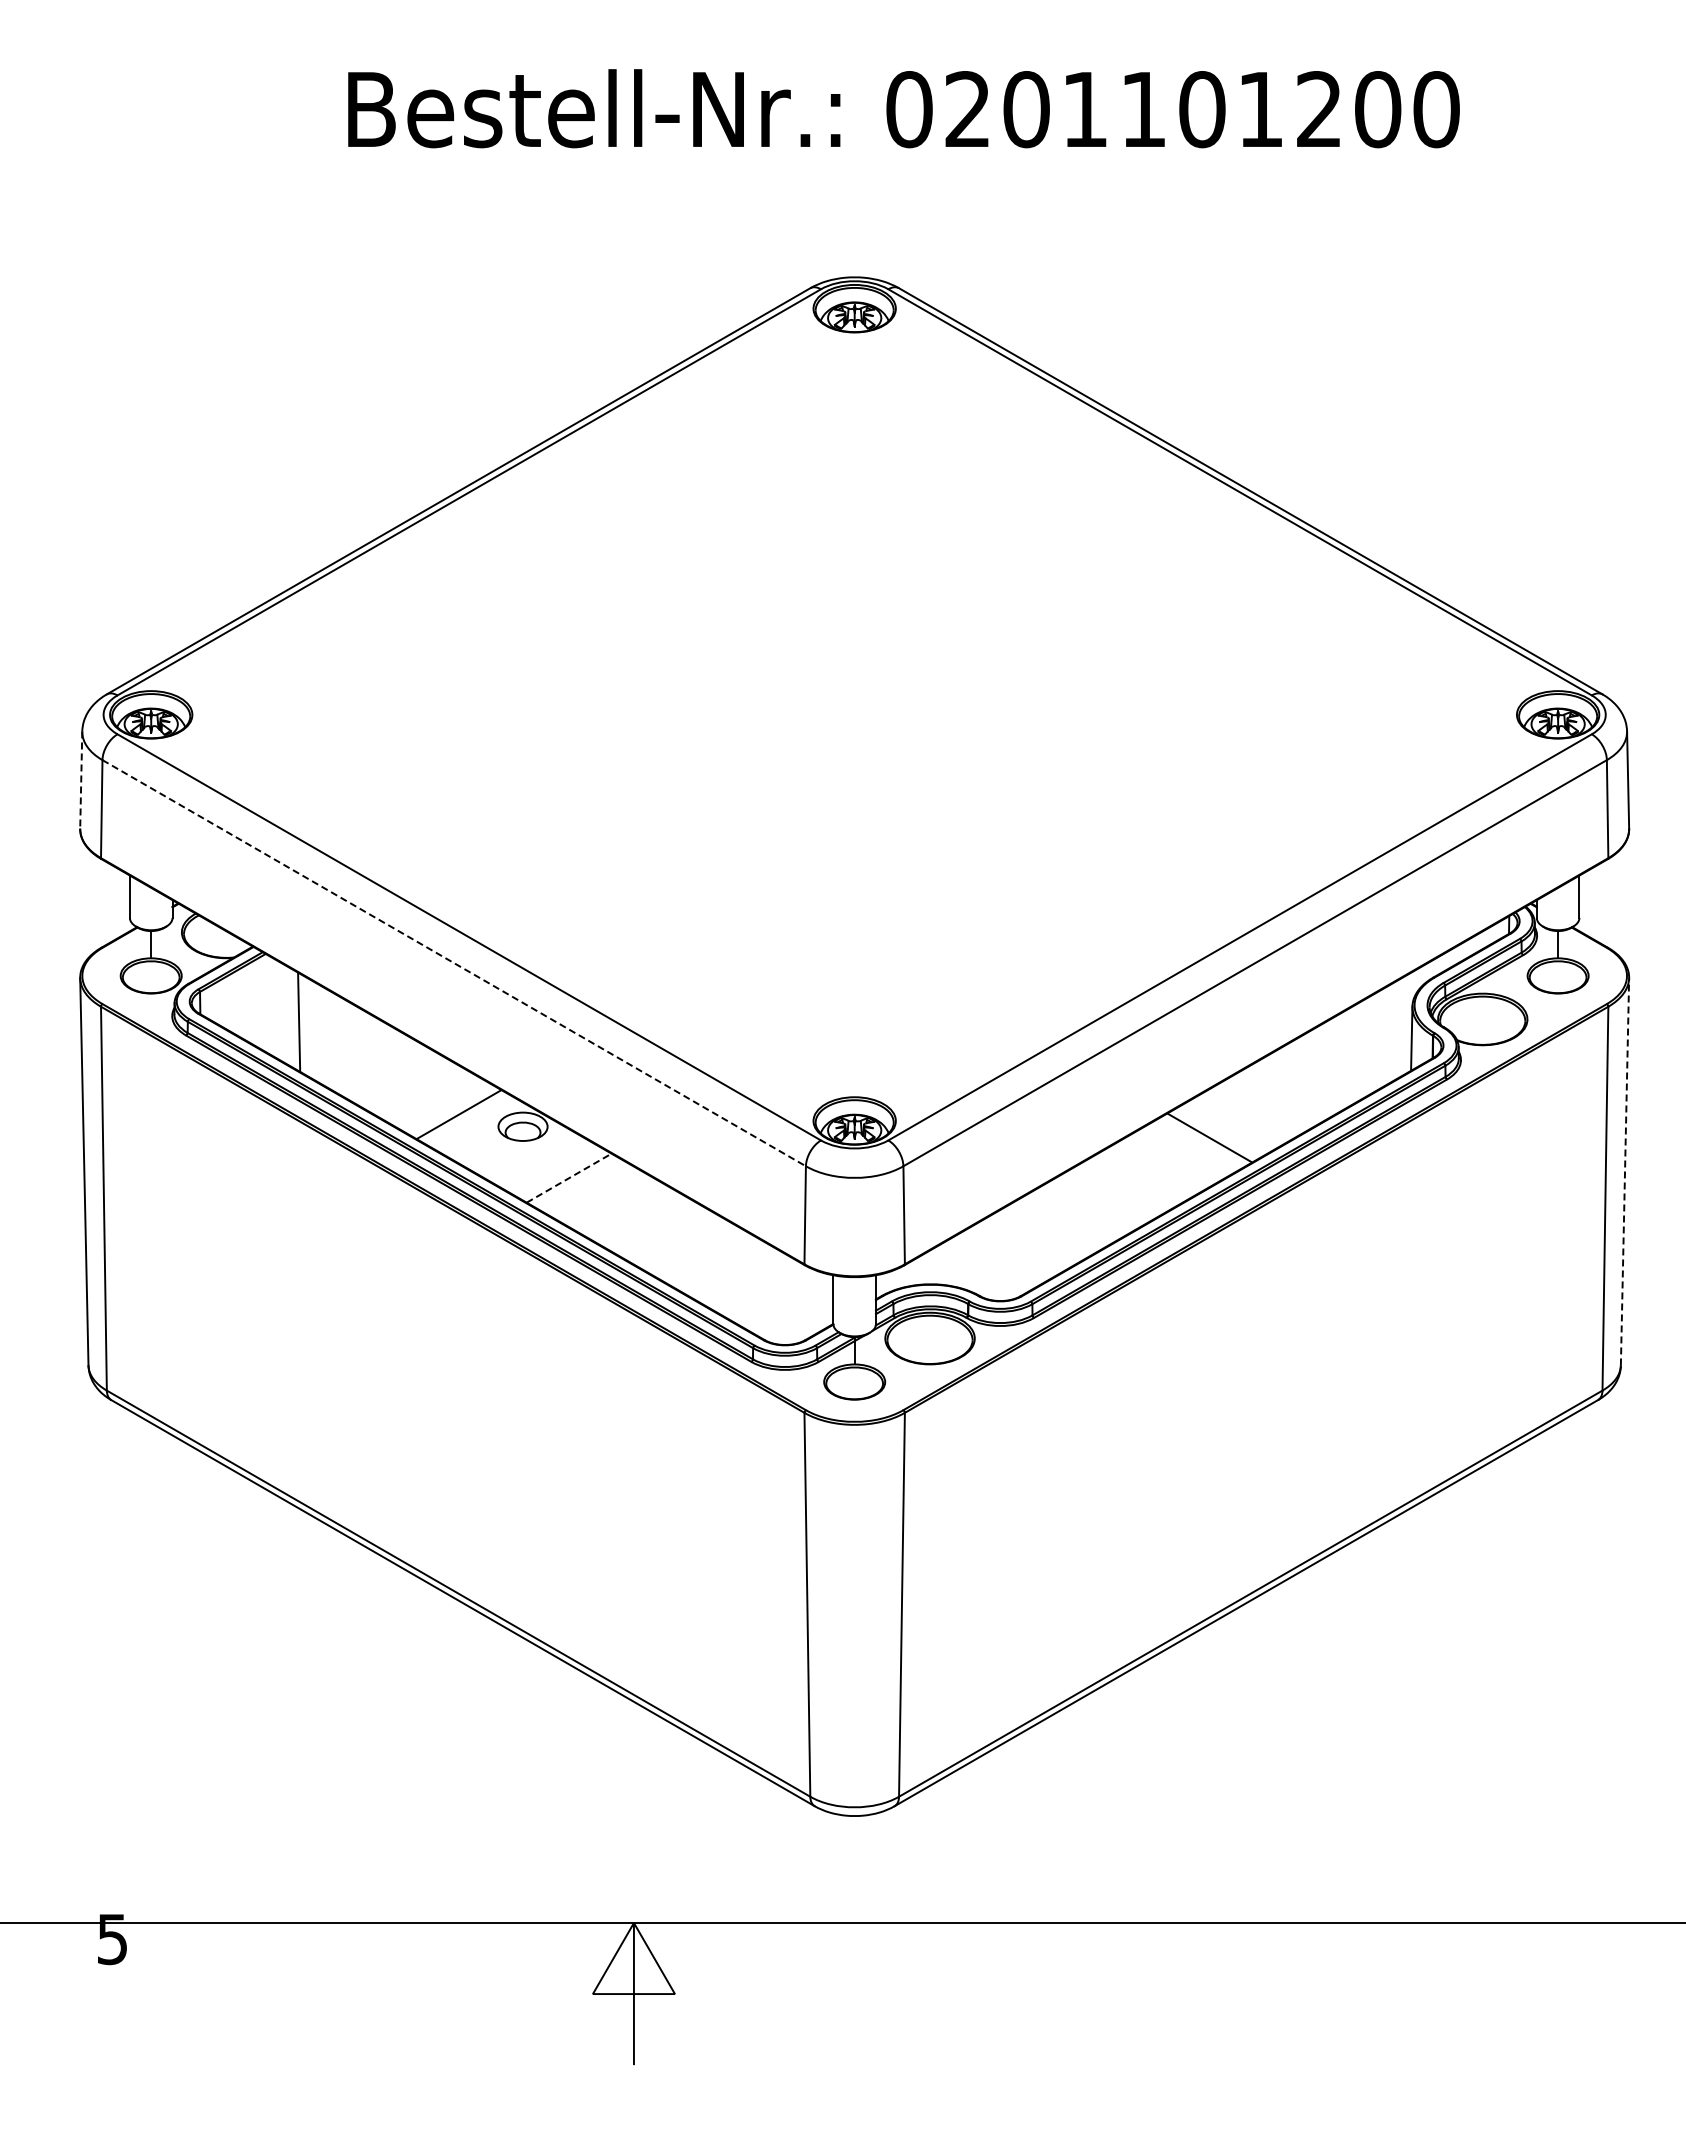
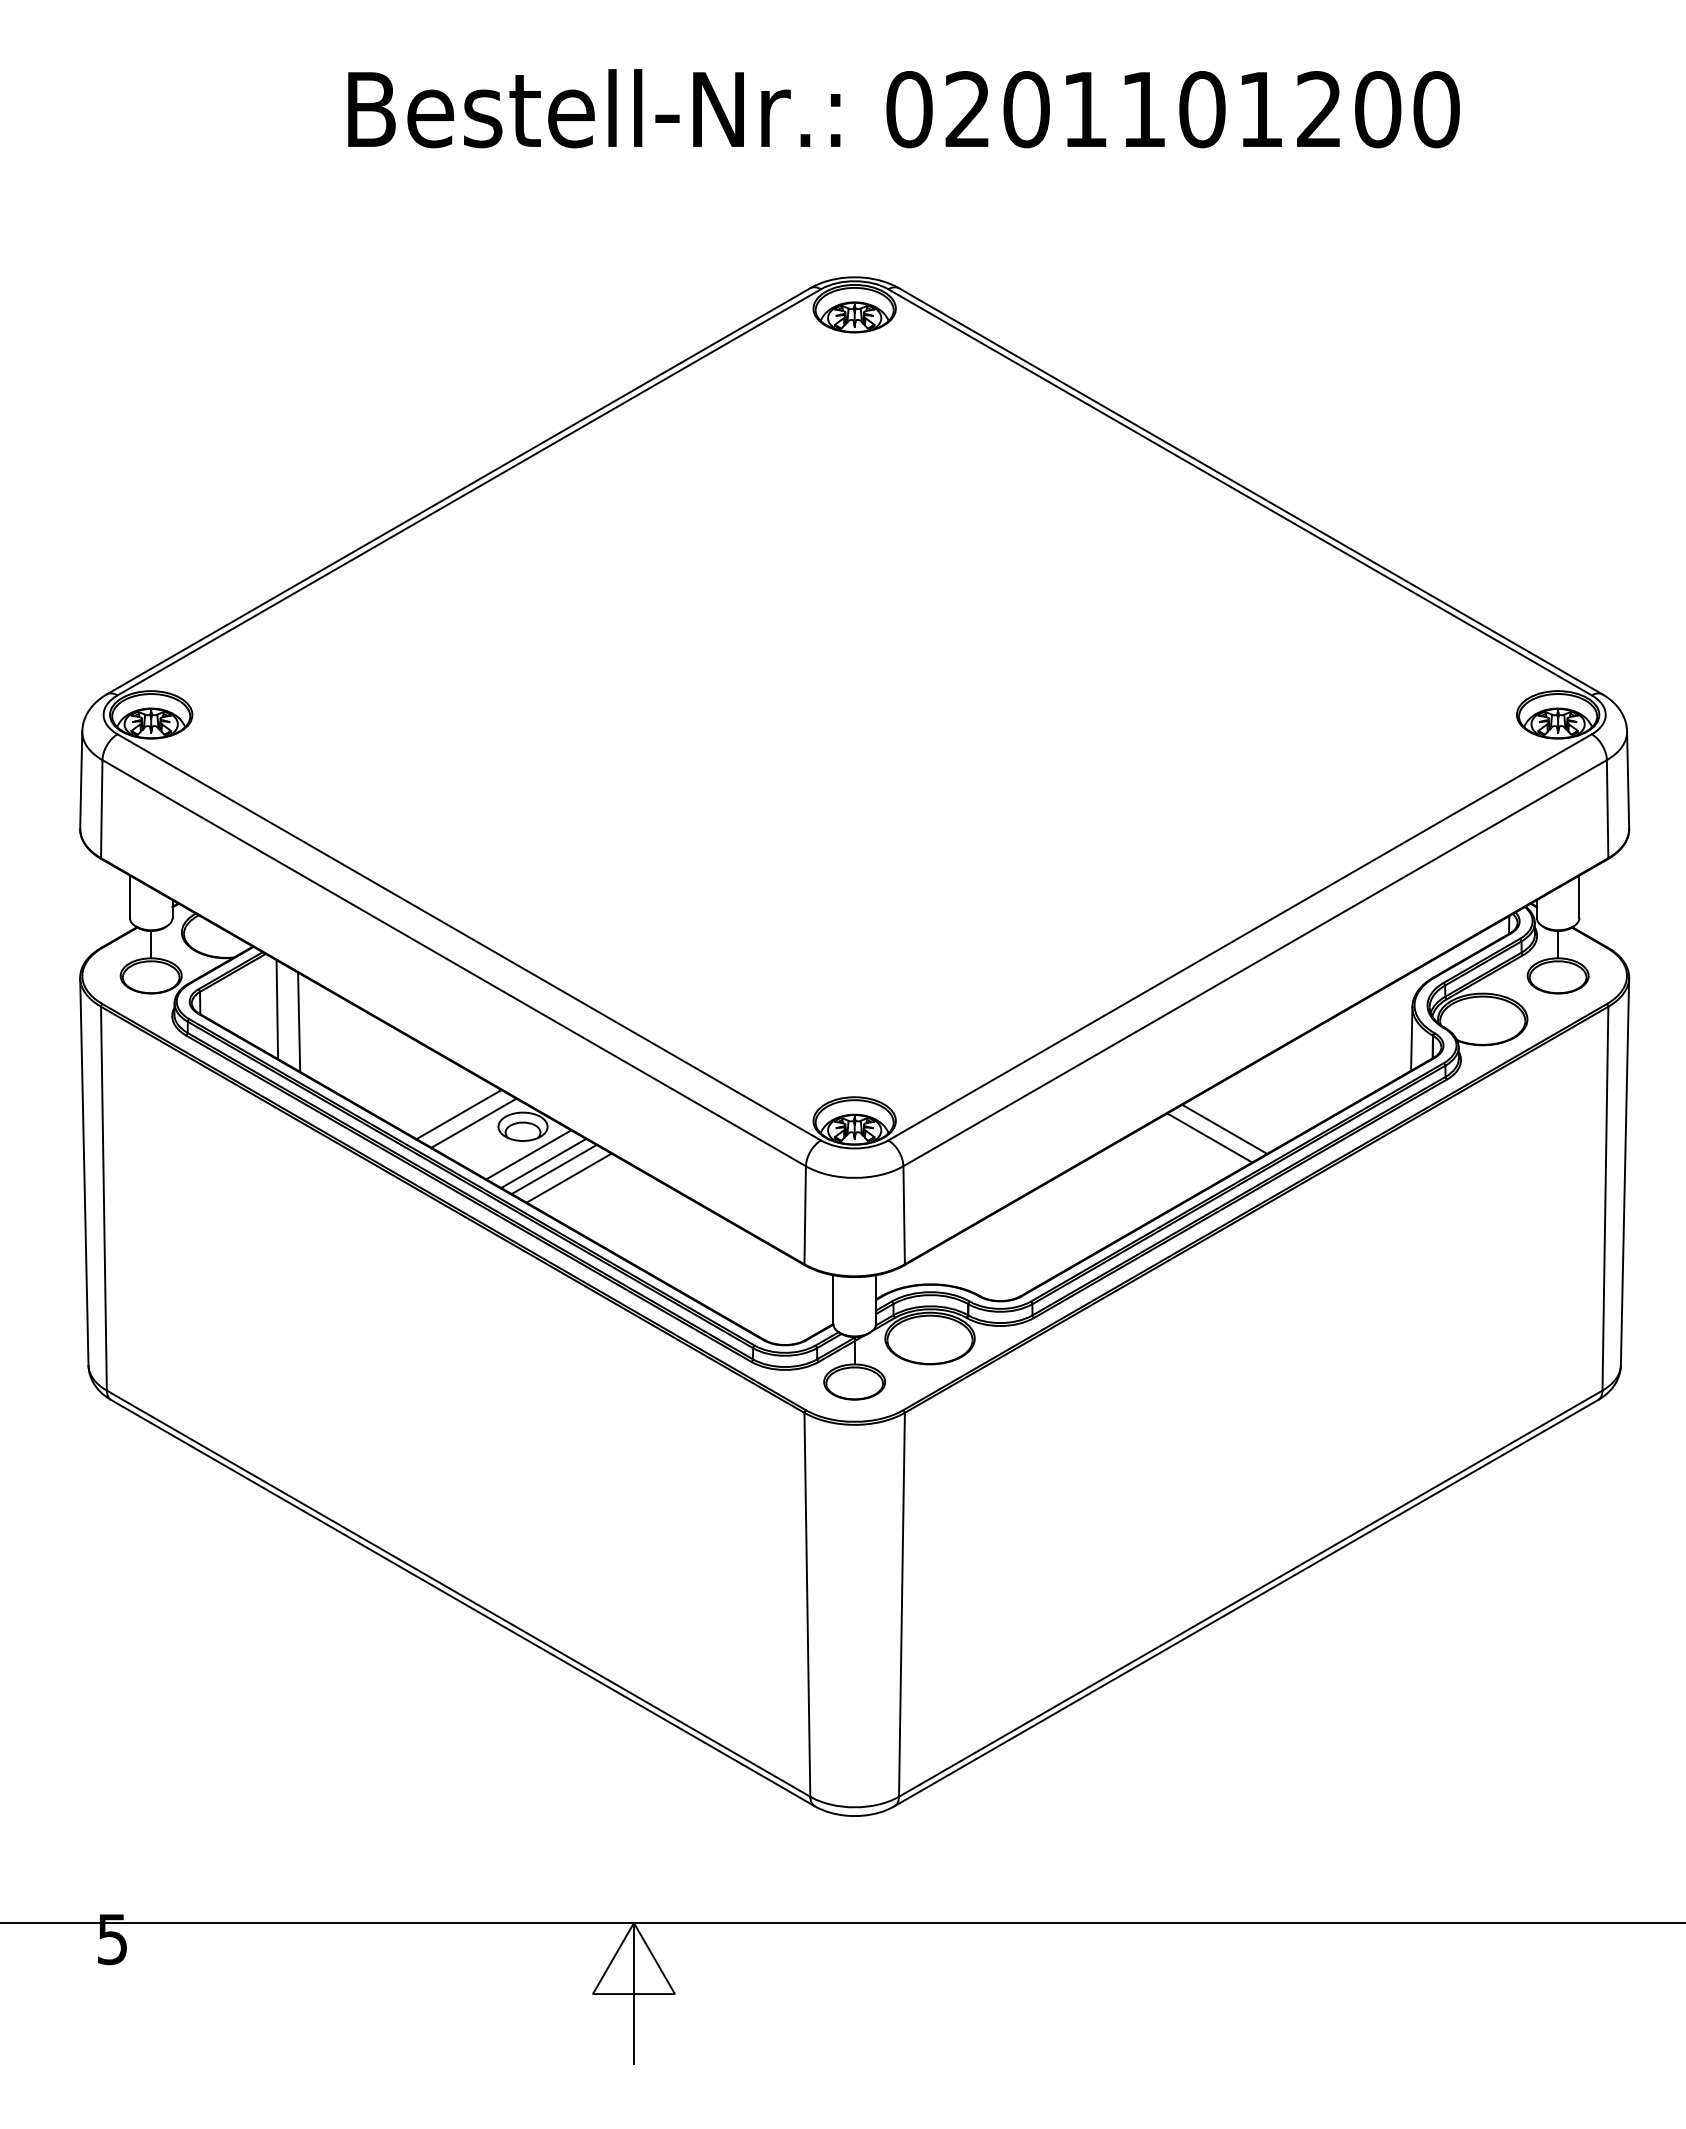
line at (81, 780): dashed -> solid
line at (454, 963): dashed -> solid
line at (277, 1009): none -> present
line at (473, 1122): none -> present
line at (1224, 1128): none -> present
line at (528, 1154): none -> present
line at (543, 1163): none -> present
line at (553, 1169): none -> present
line at (1625, 1171): dashed -> solid
line at (569, 1177): dashed -> solid
